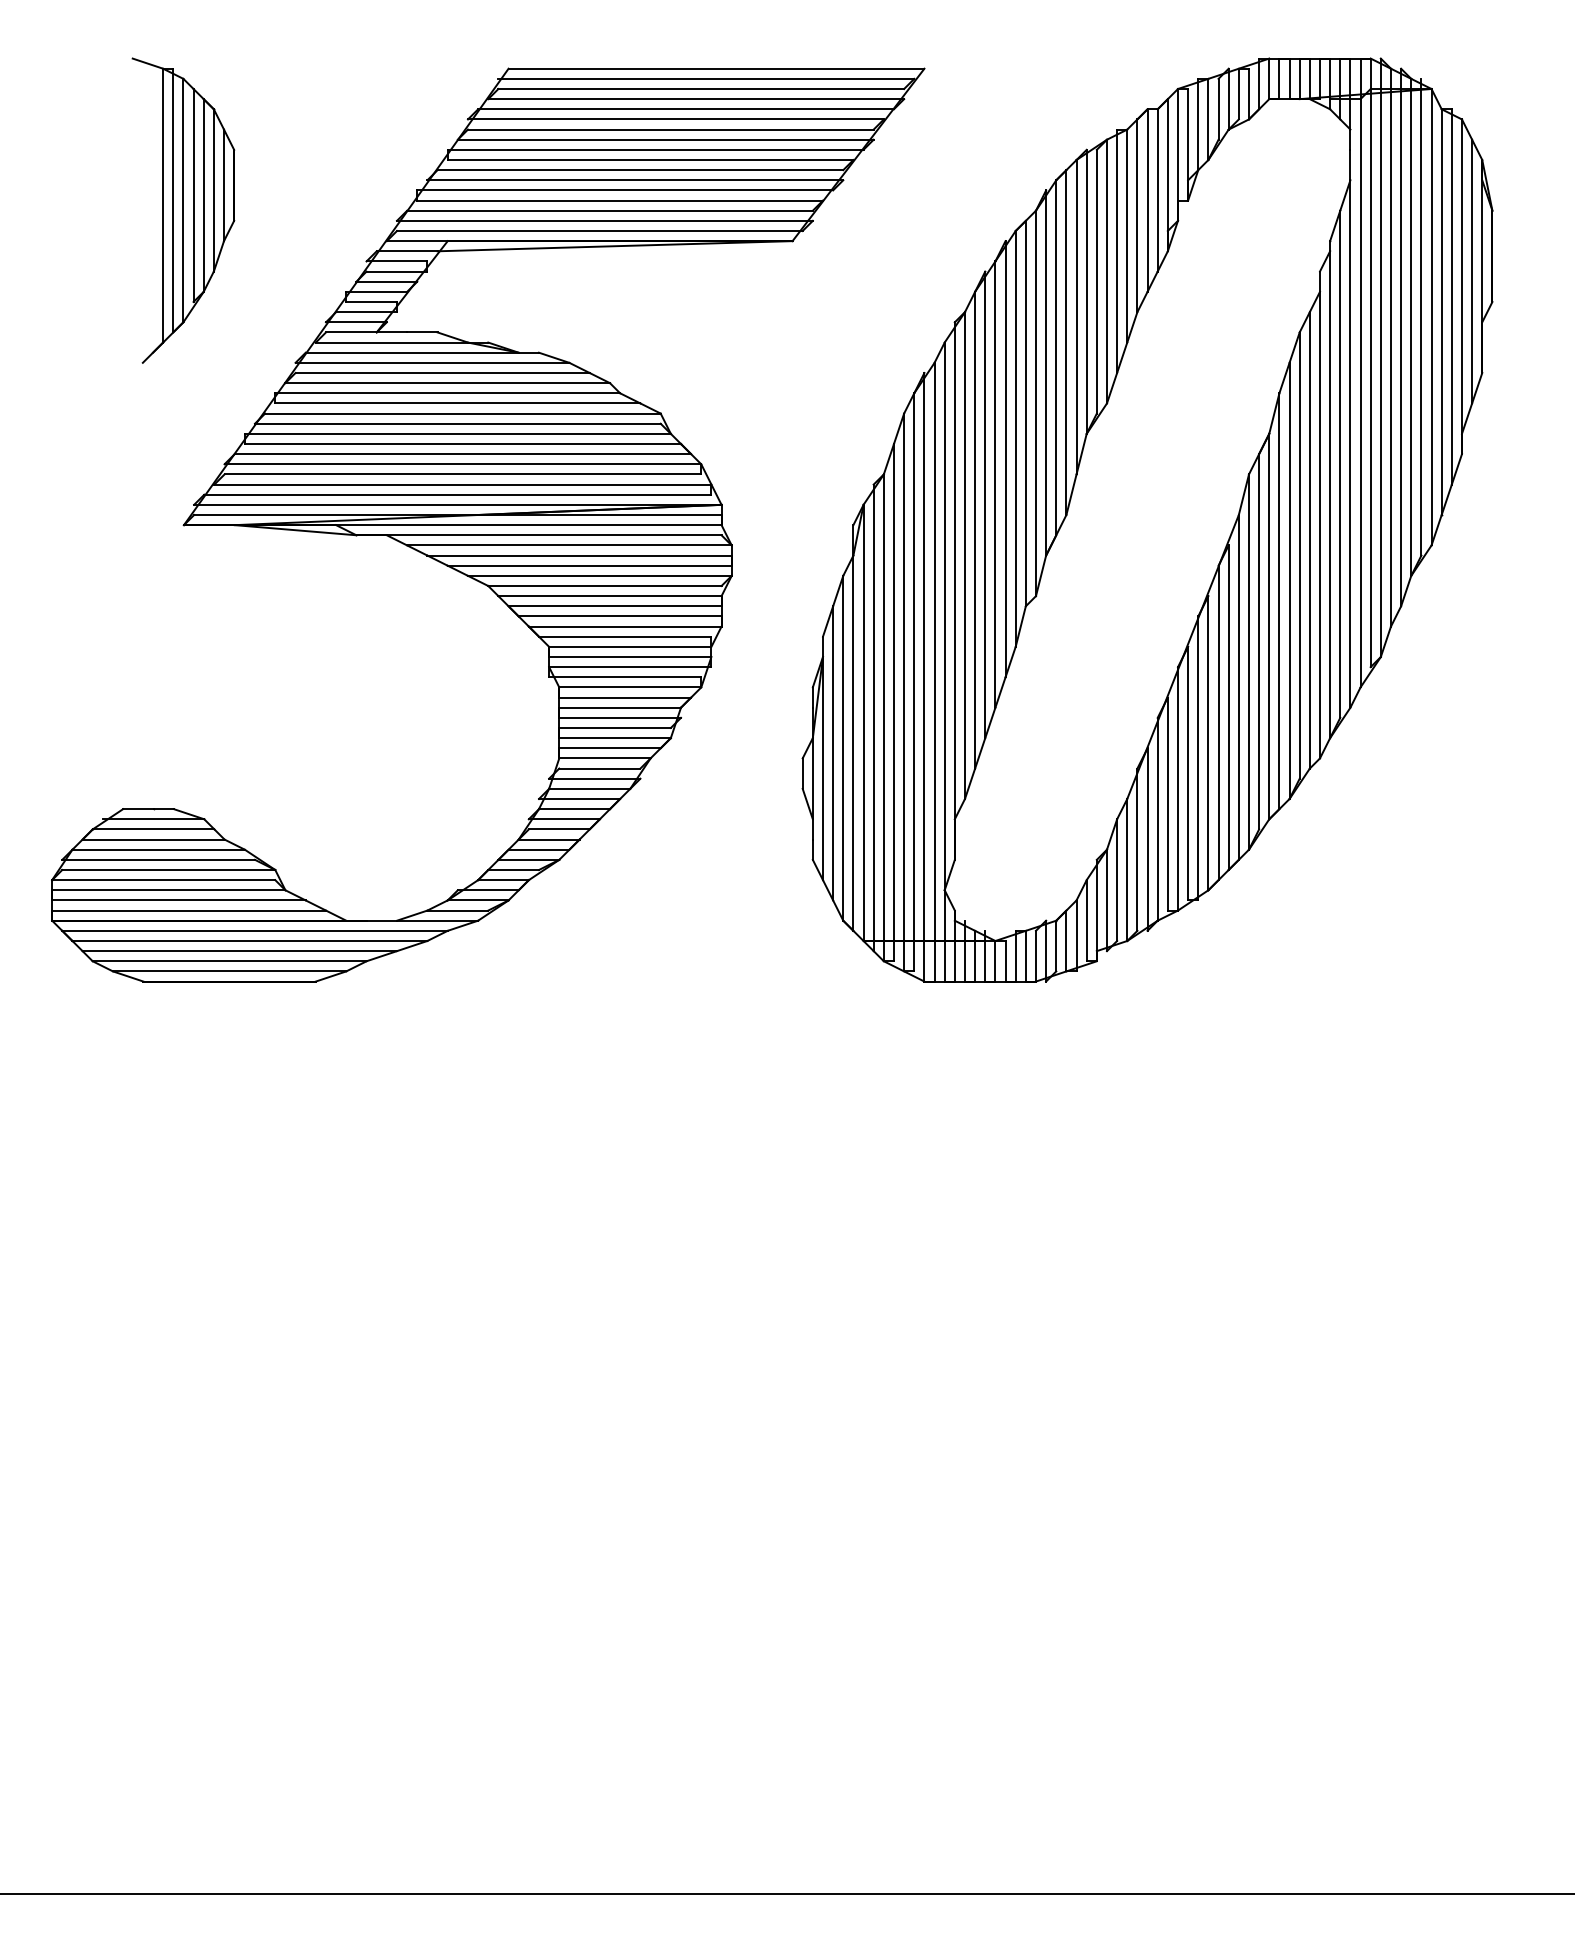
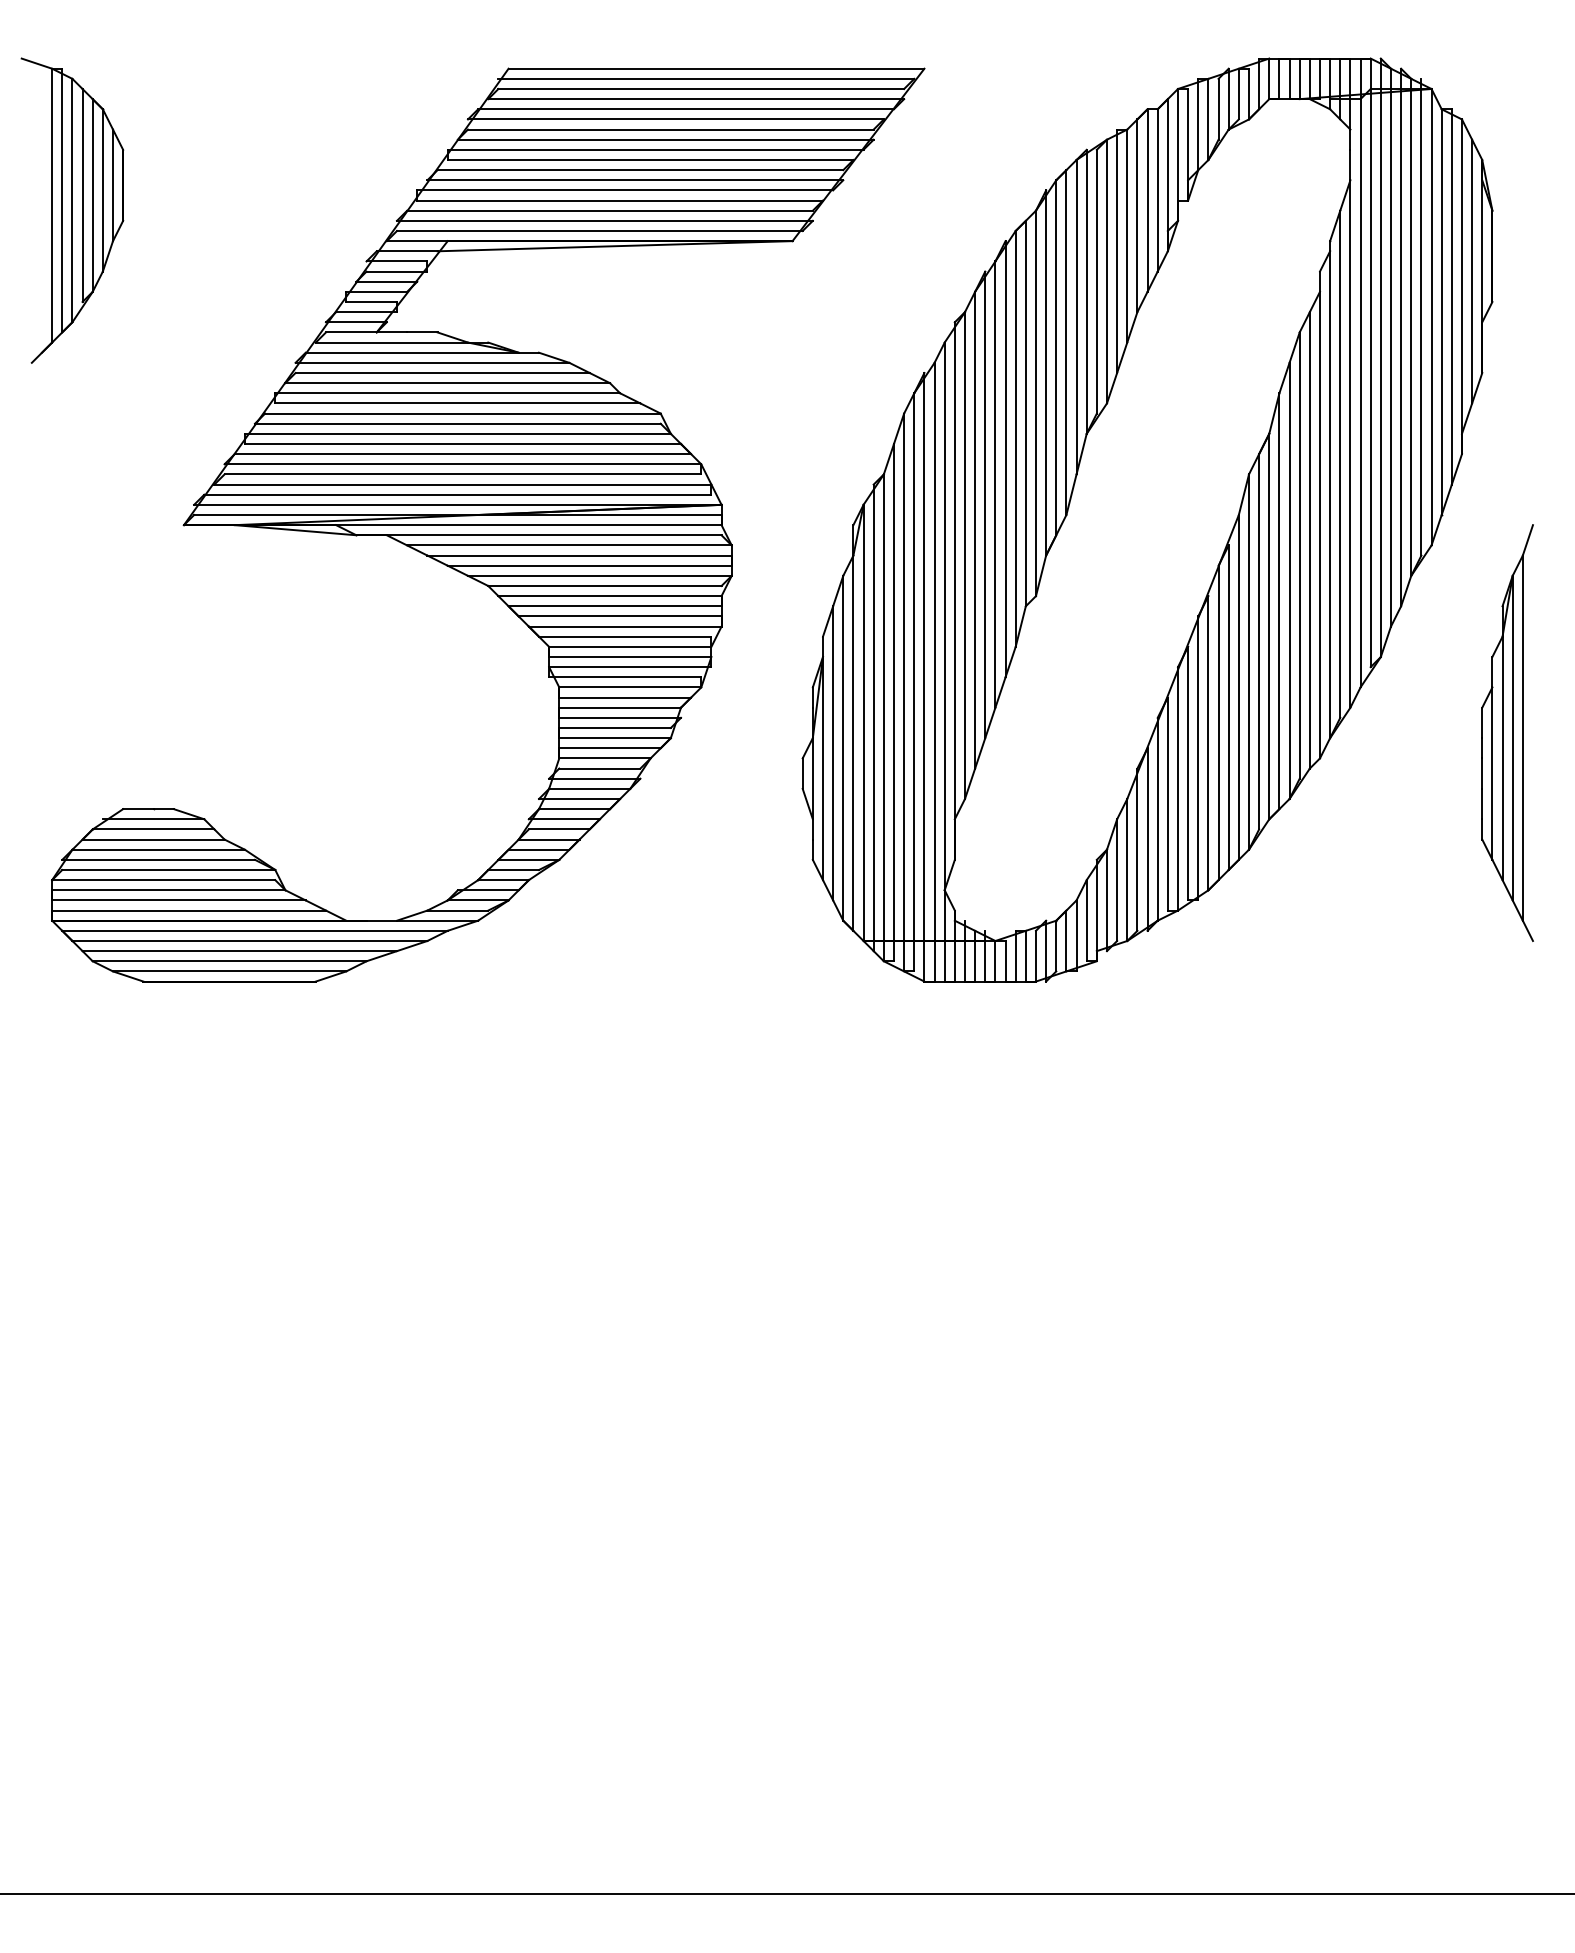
part at (183, 210) position: (183, 210) -> (72, 210)
part at (1507, 732): none -> present
